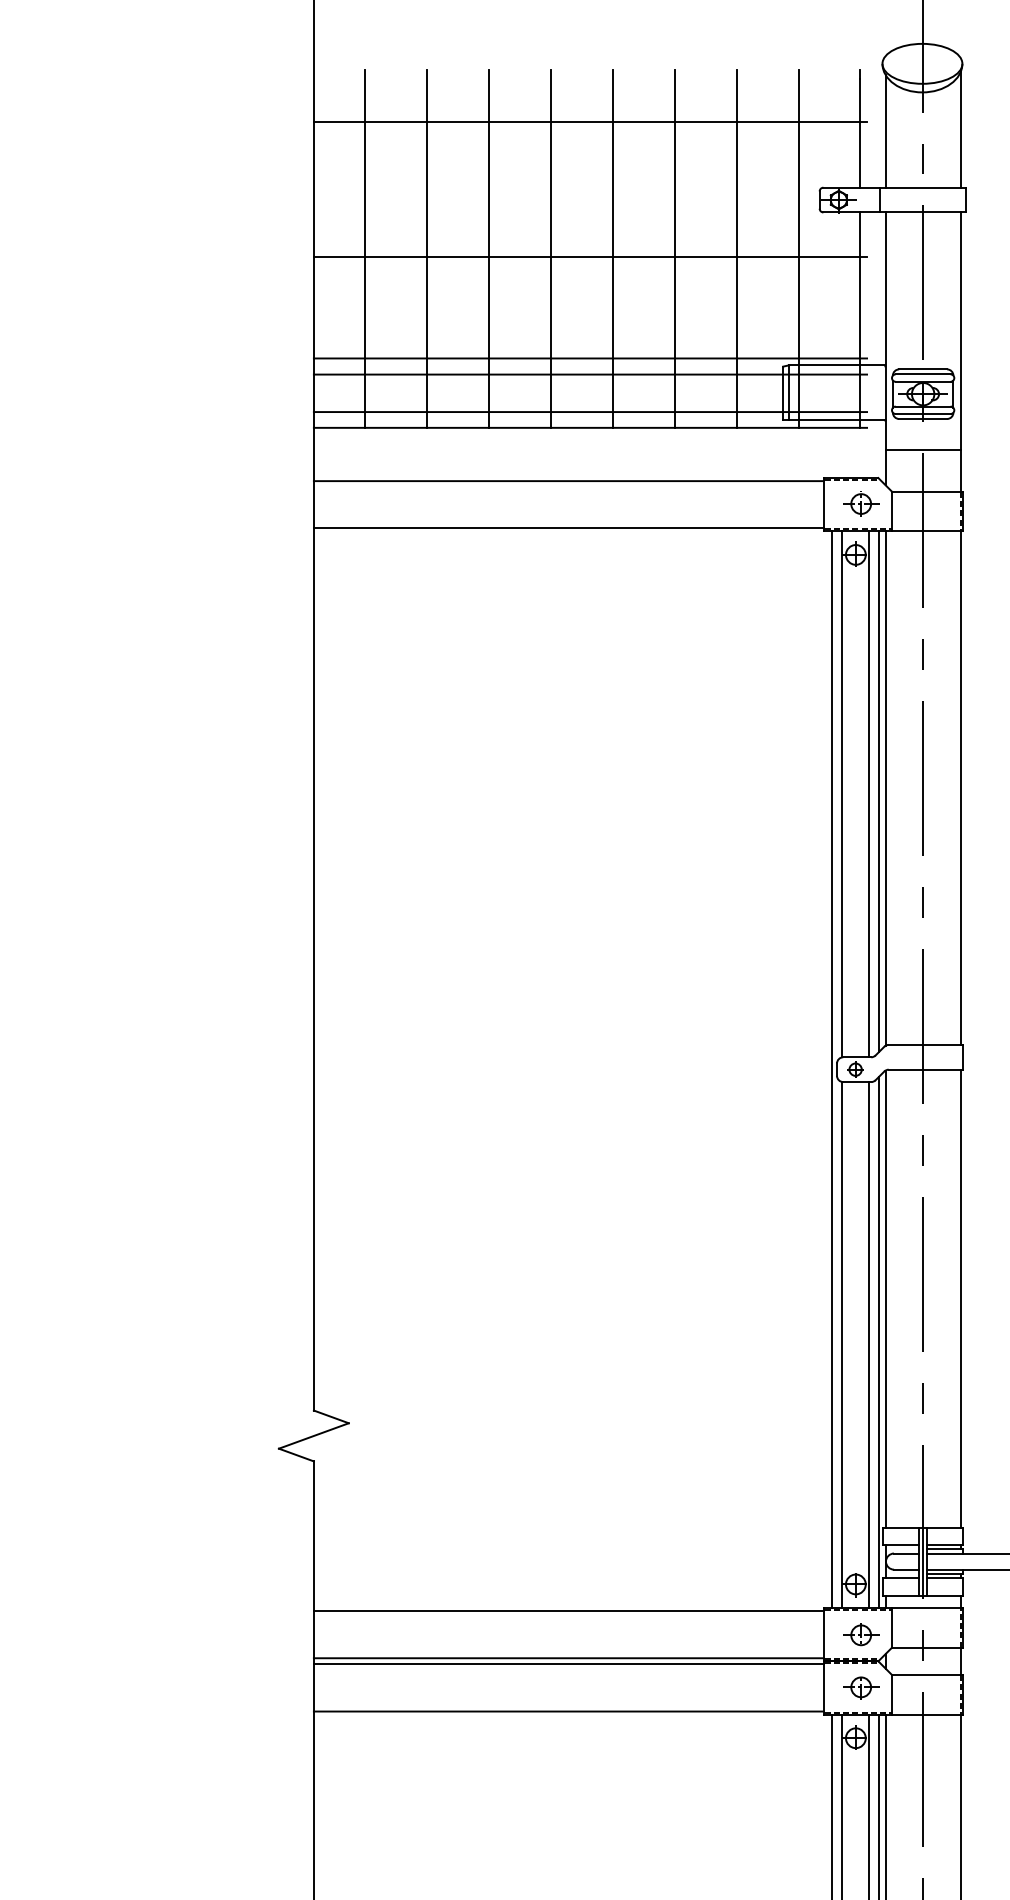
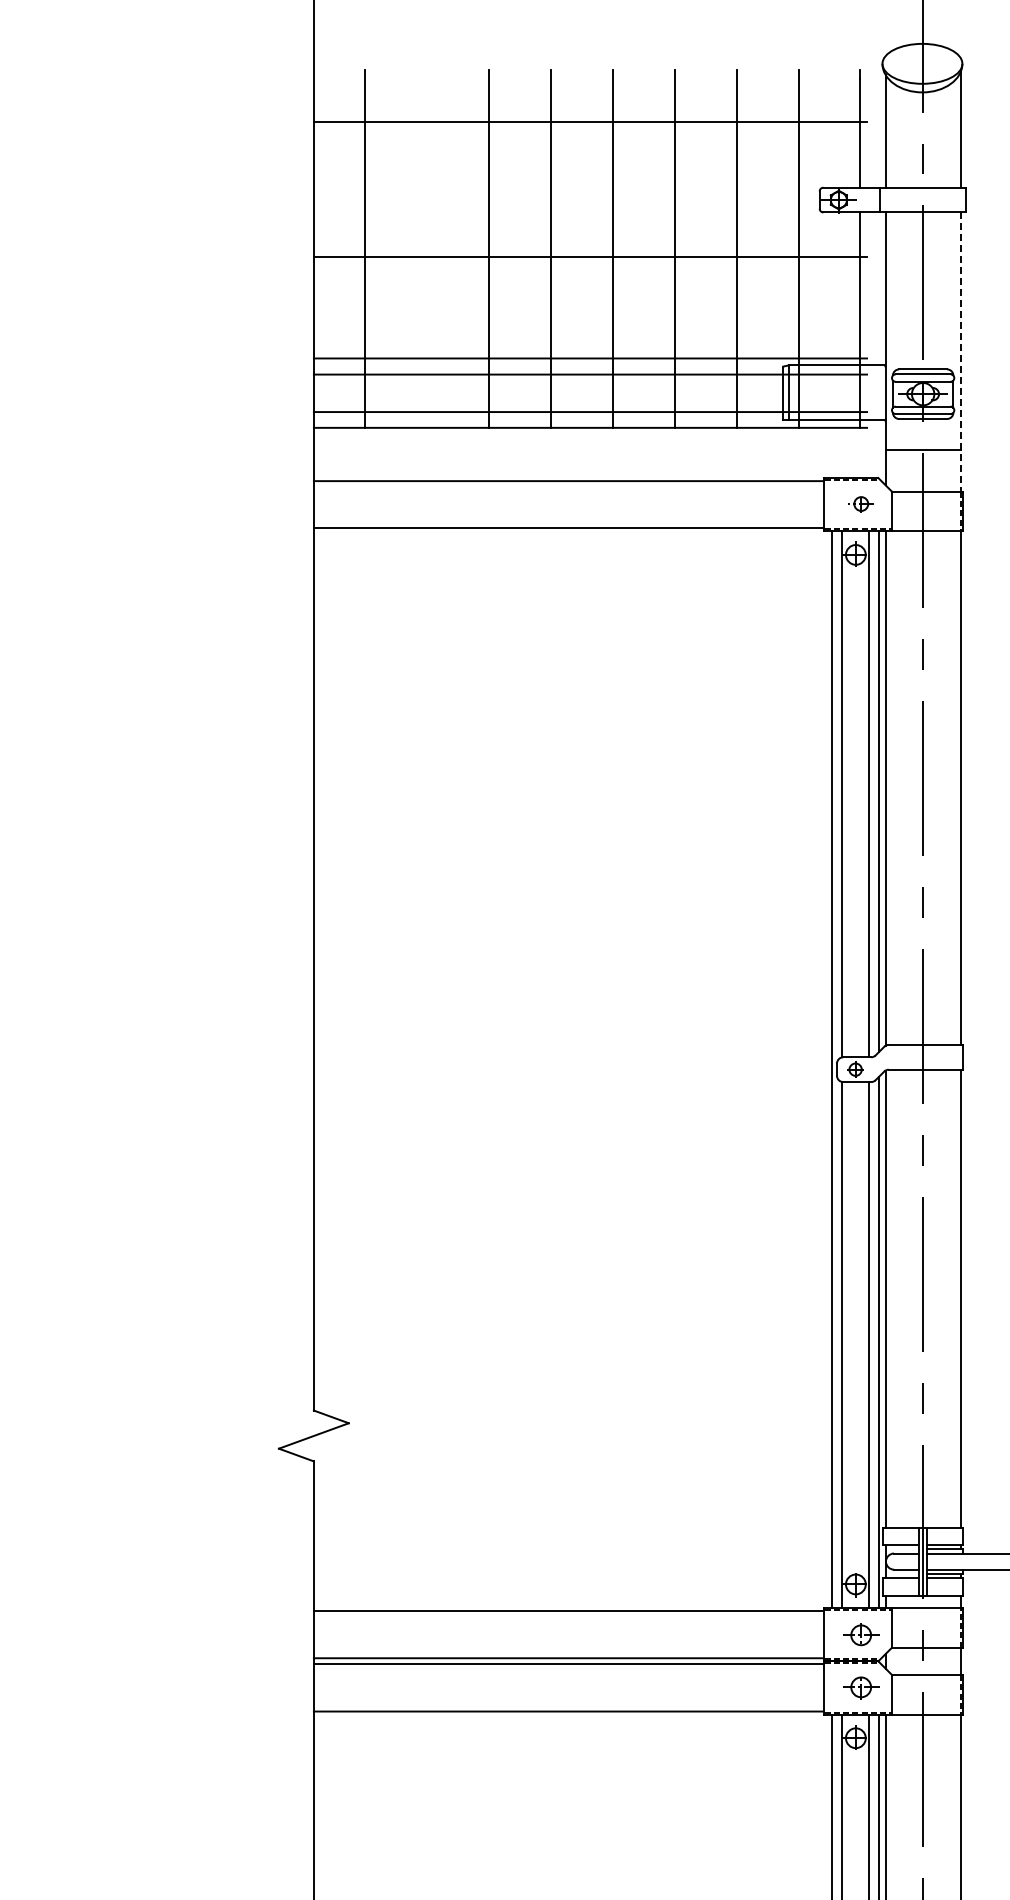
line at (426, 248): present -> none
line at (960, 352): solid -> dashed
part at (861, 503) size: 37x26 px -> 26x17 px
